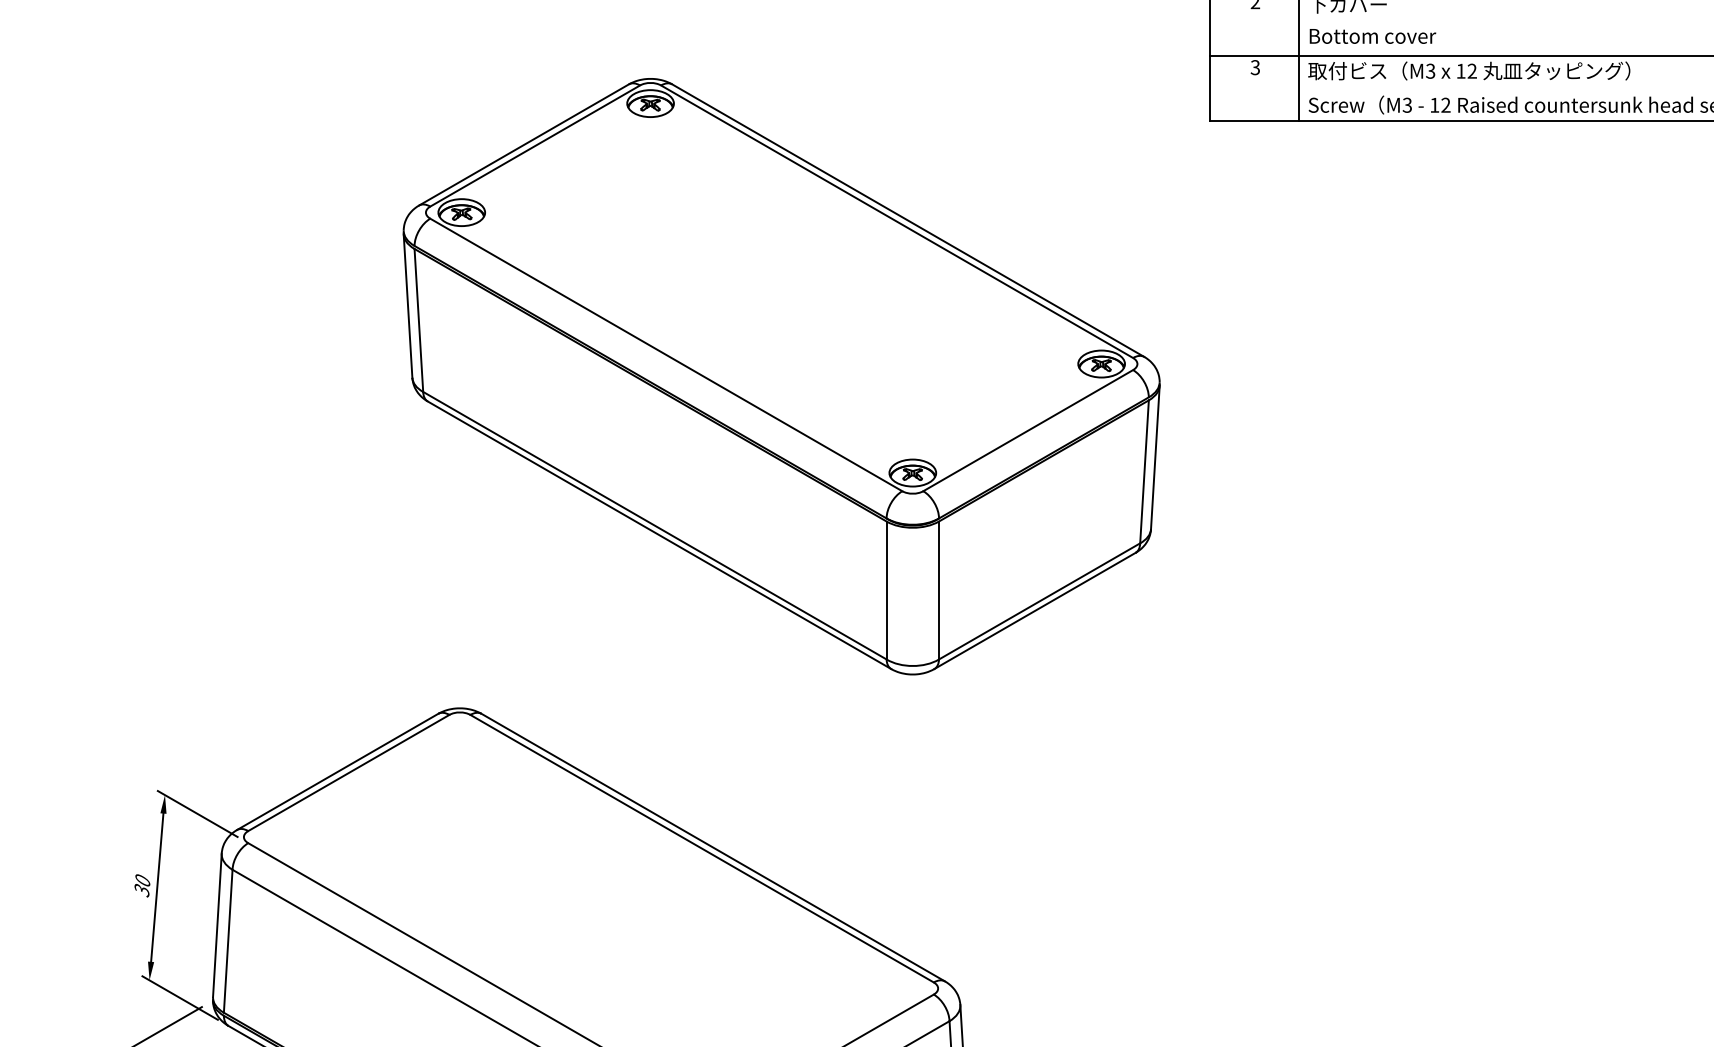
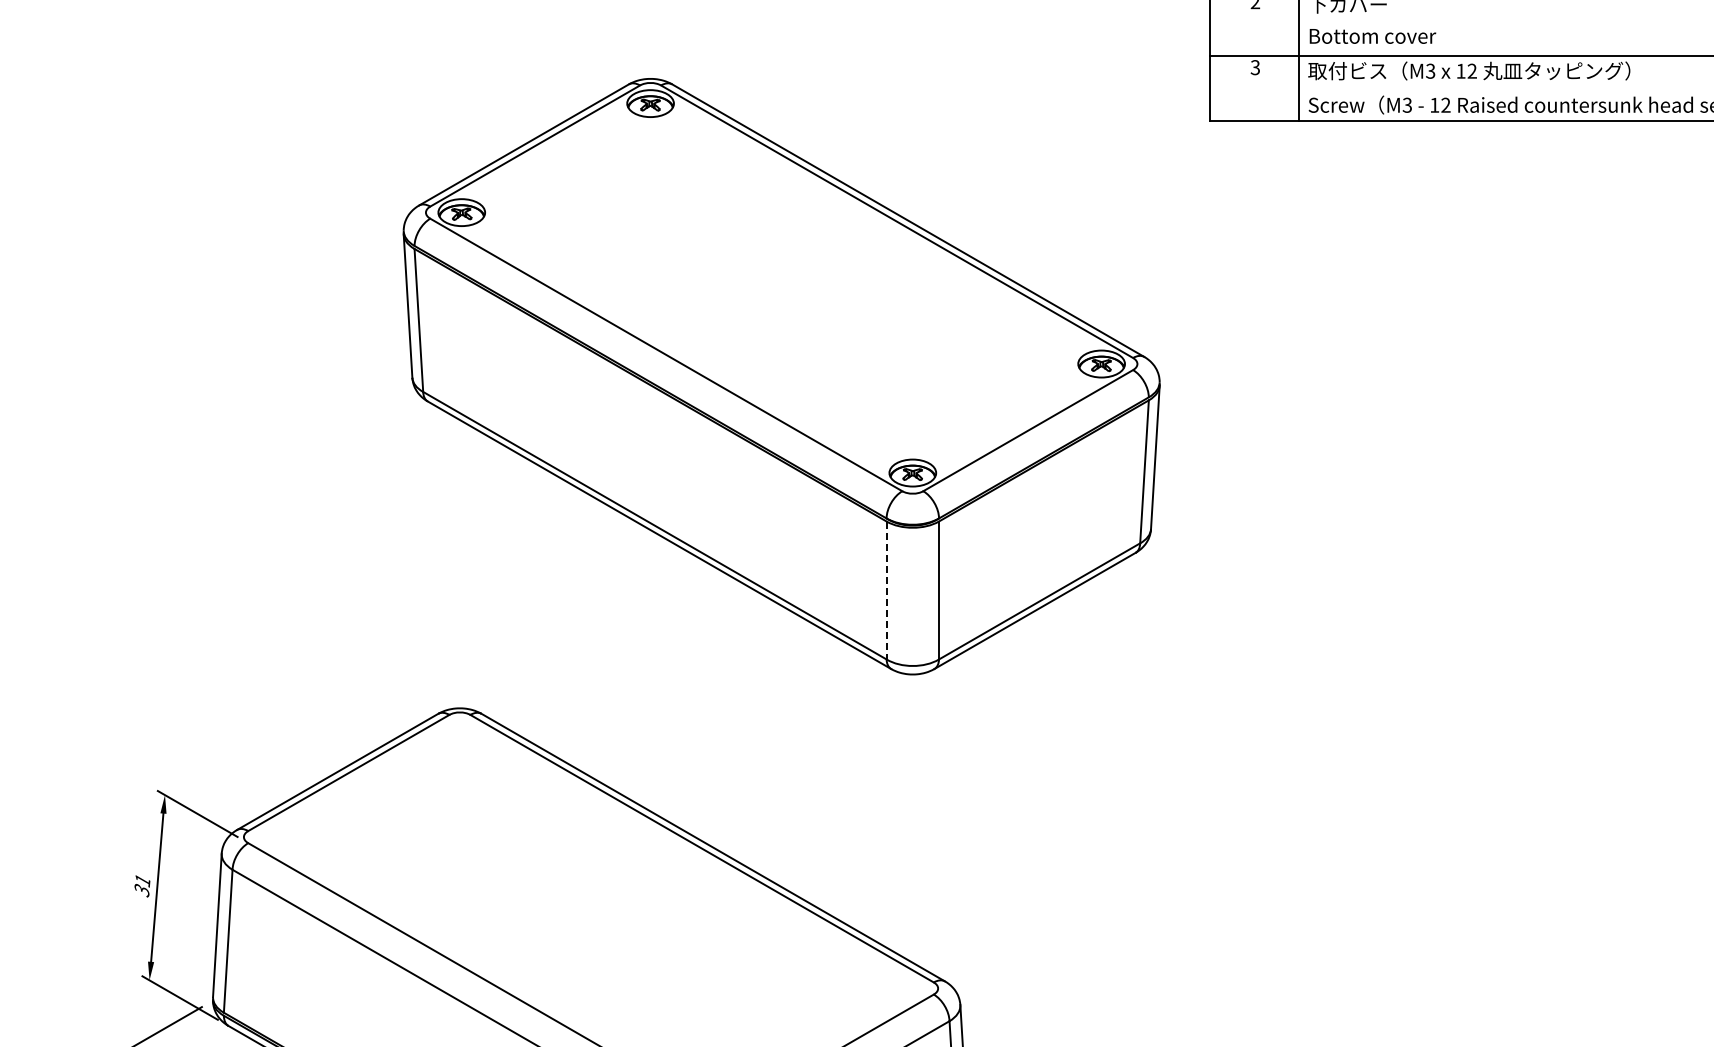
line at (886, 590): solid -> dashed
text at (142, 880): 30 -> 31
